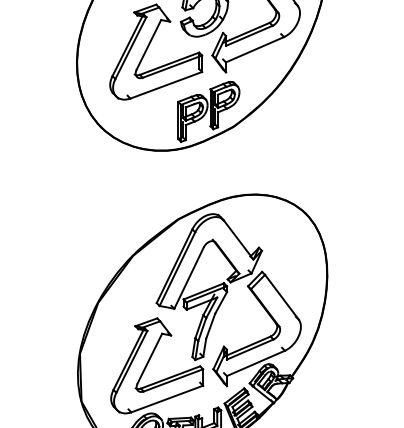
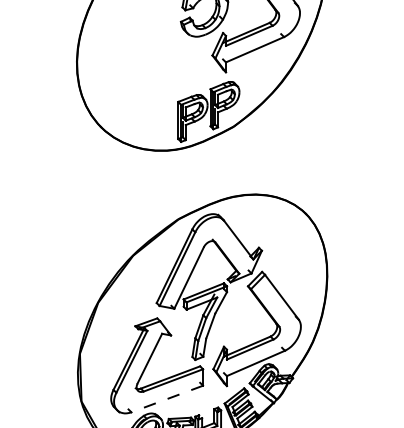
part at (148, 48): present -> none
line at (166, 399): solid -> dashed
